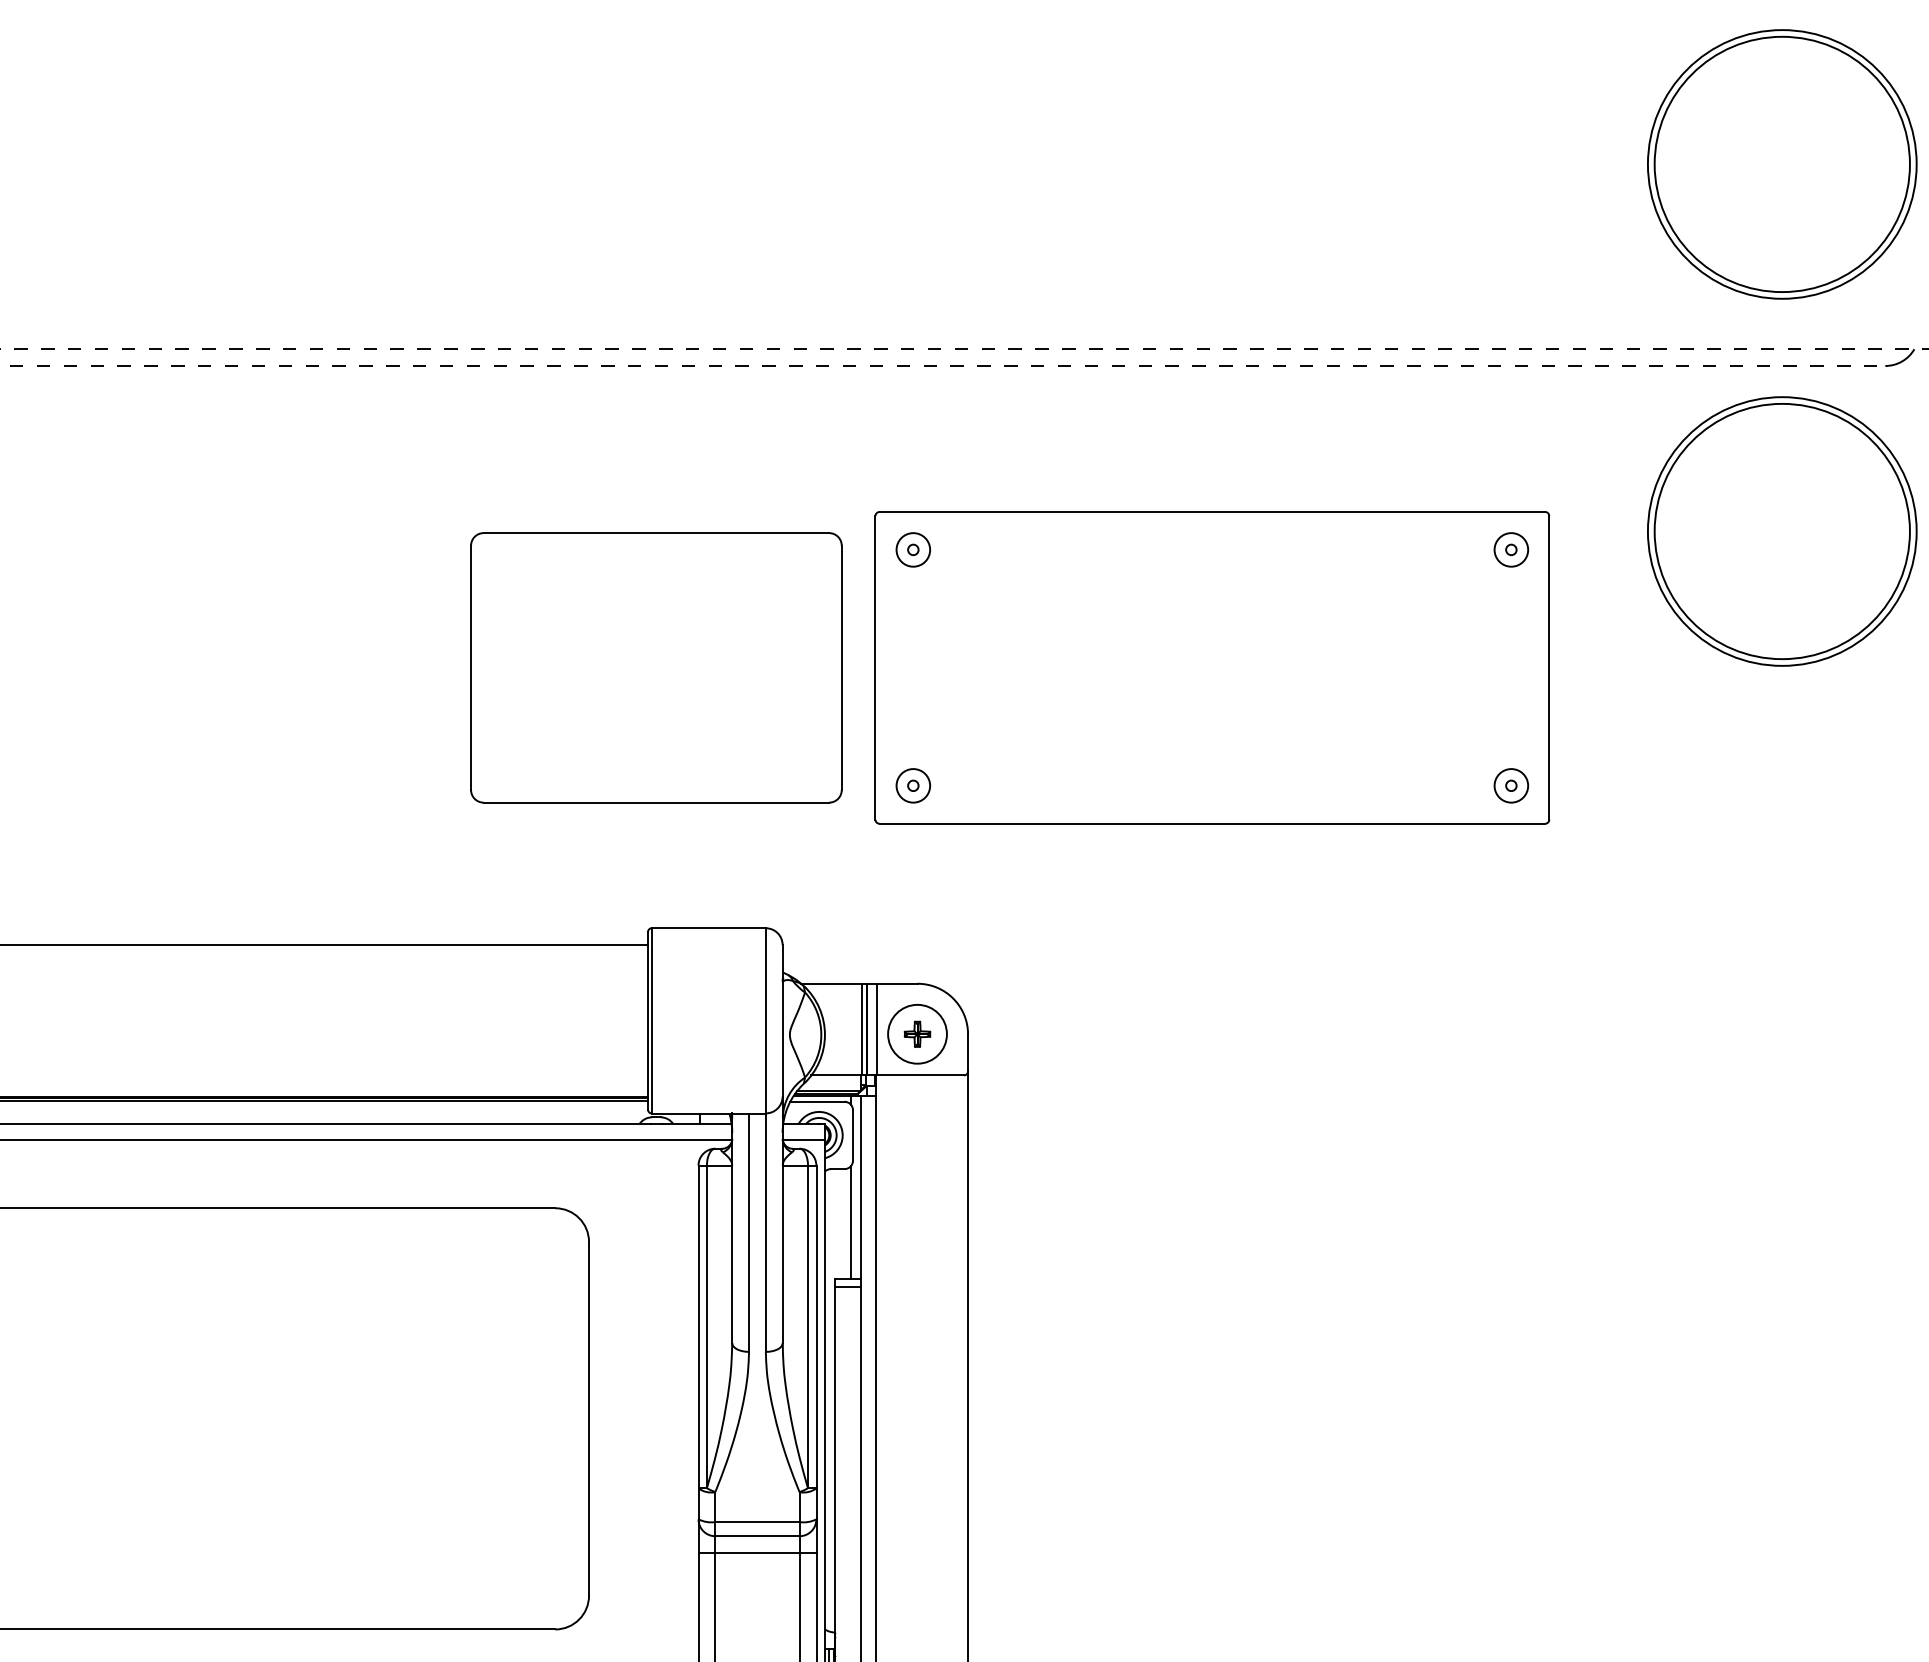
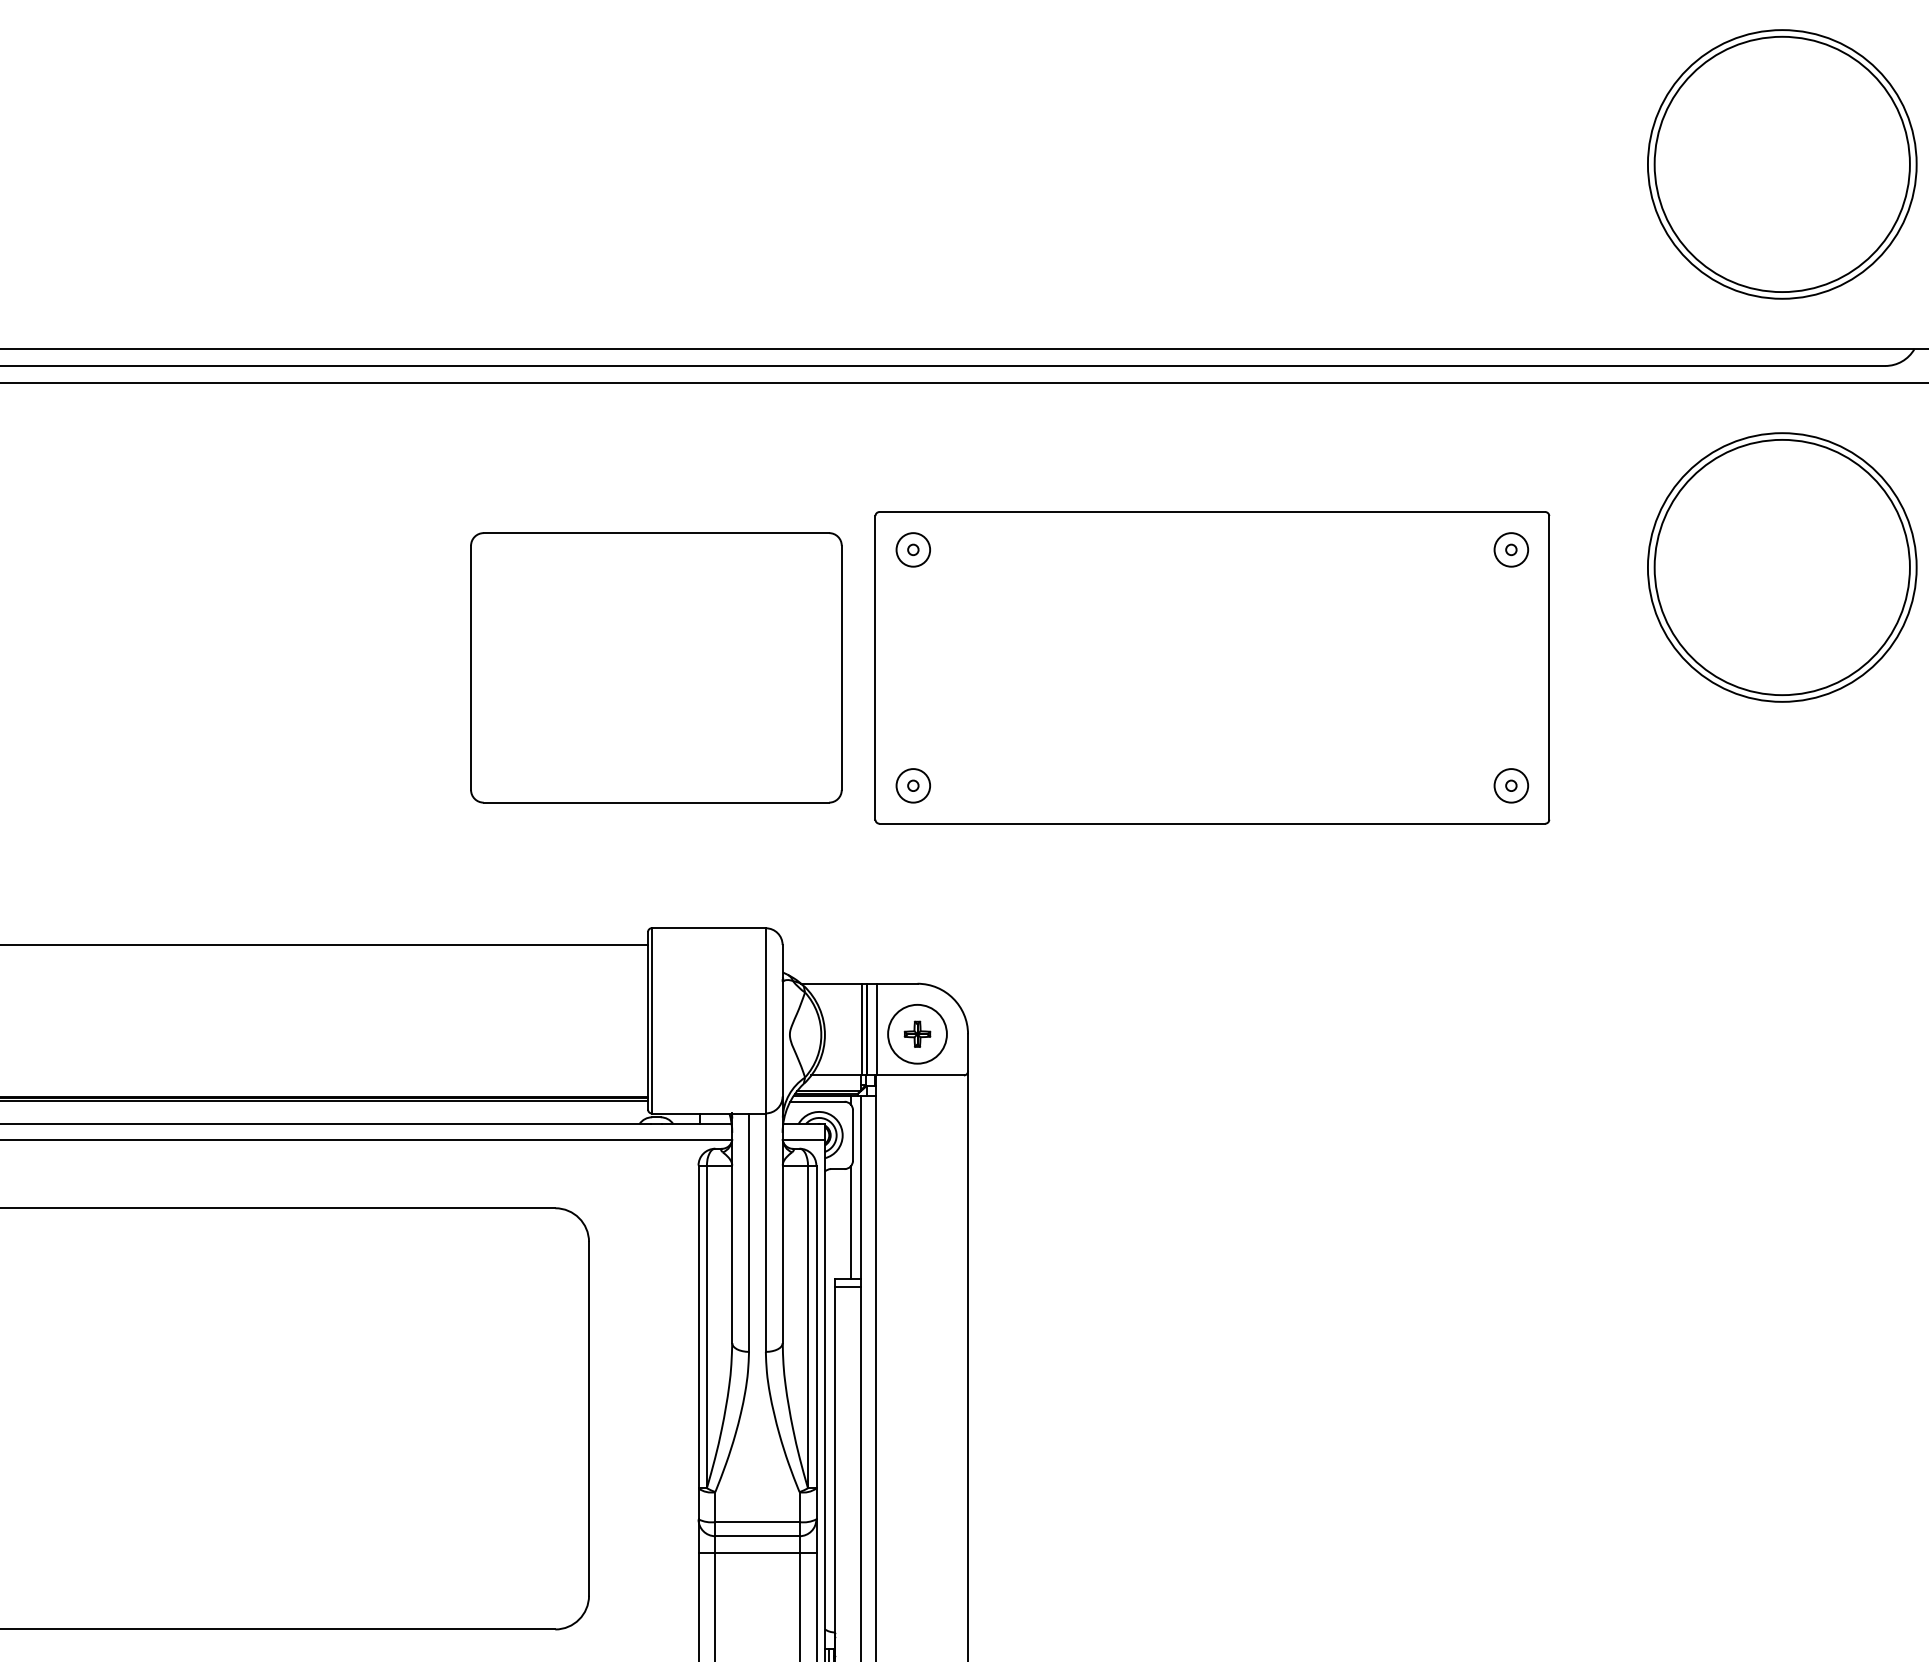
line at (964, 349): dashed -> solid
line at (942, 365): dashed -> solid
line at (963, 382): none -> present
part at (1782, 531) position: (1782, 531) -> (1782, 567)
